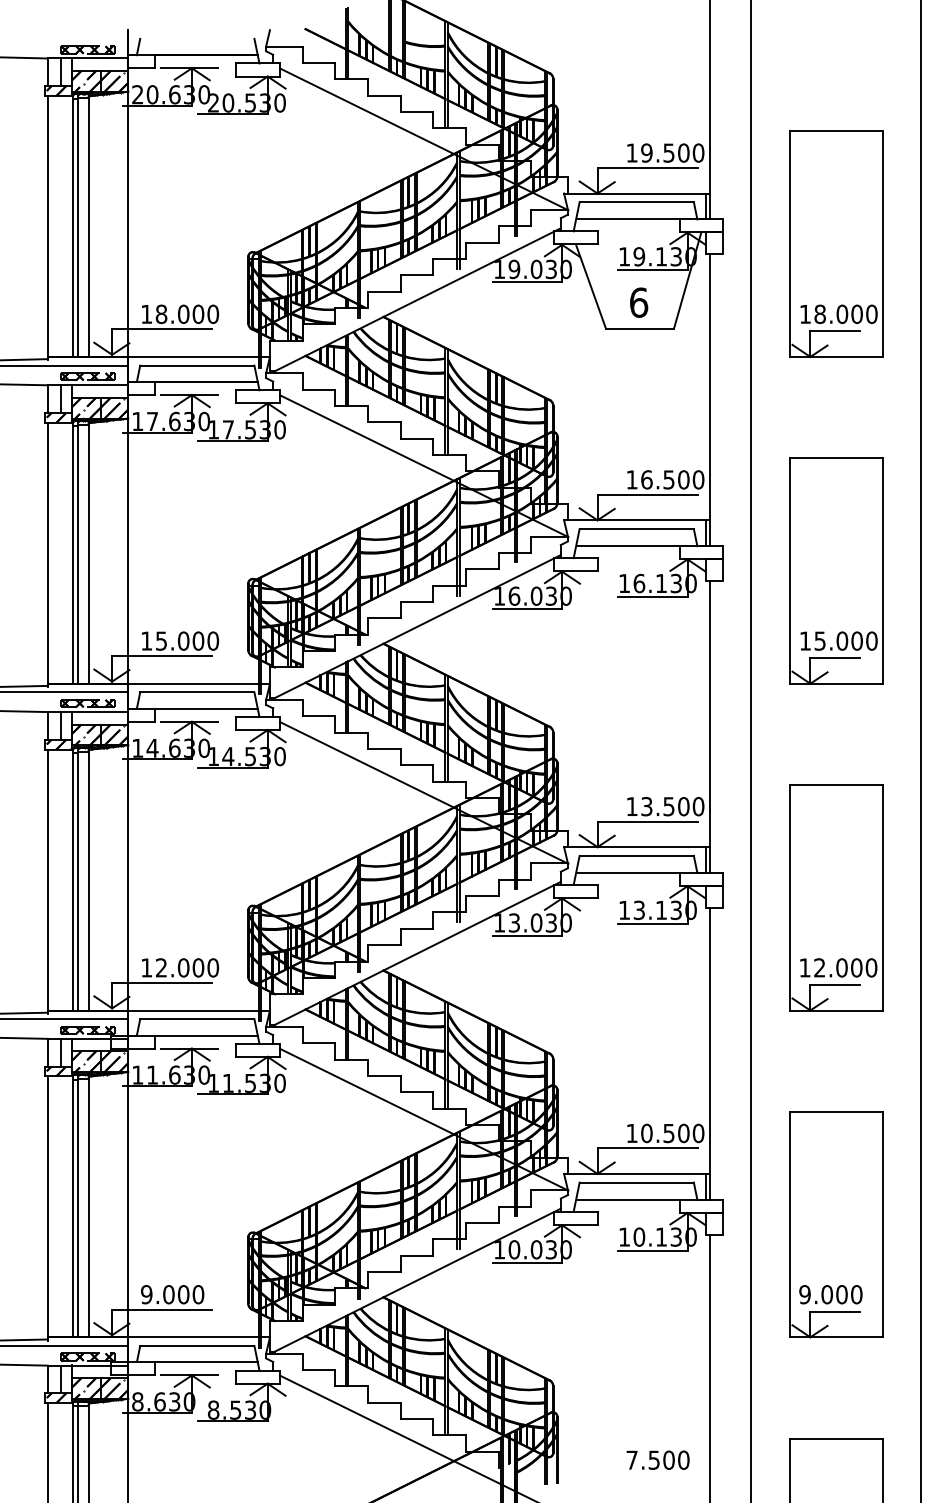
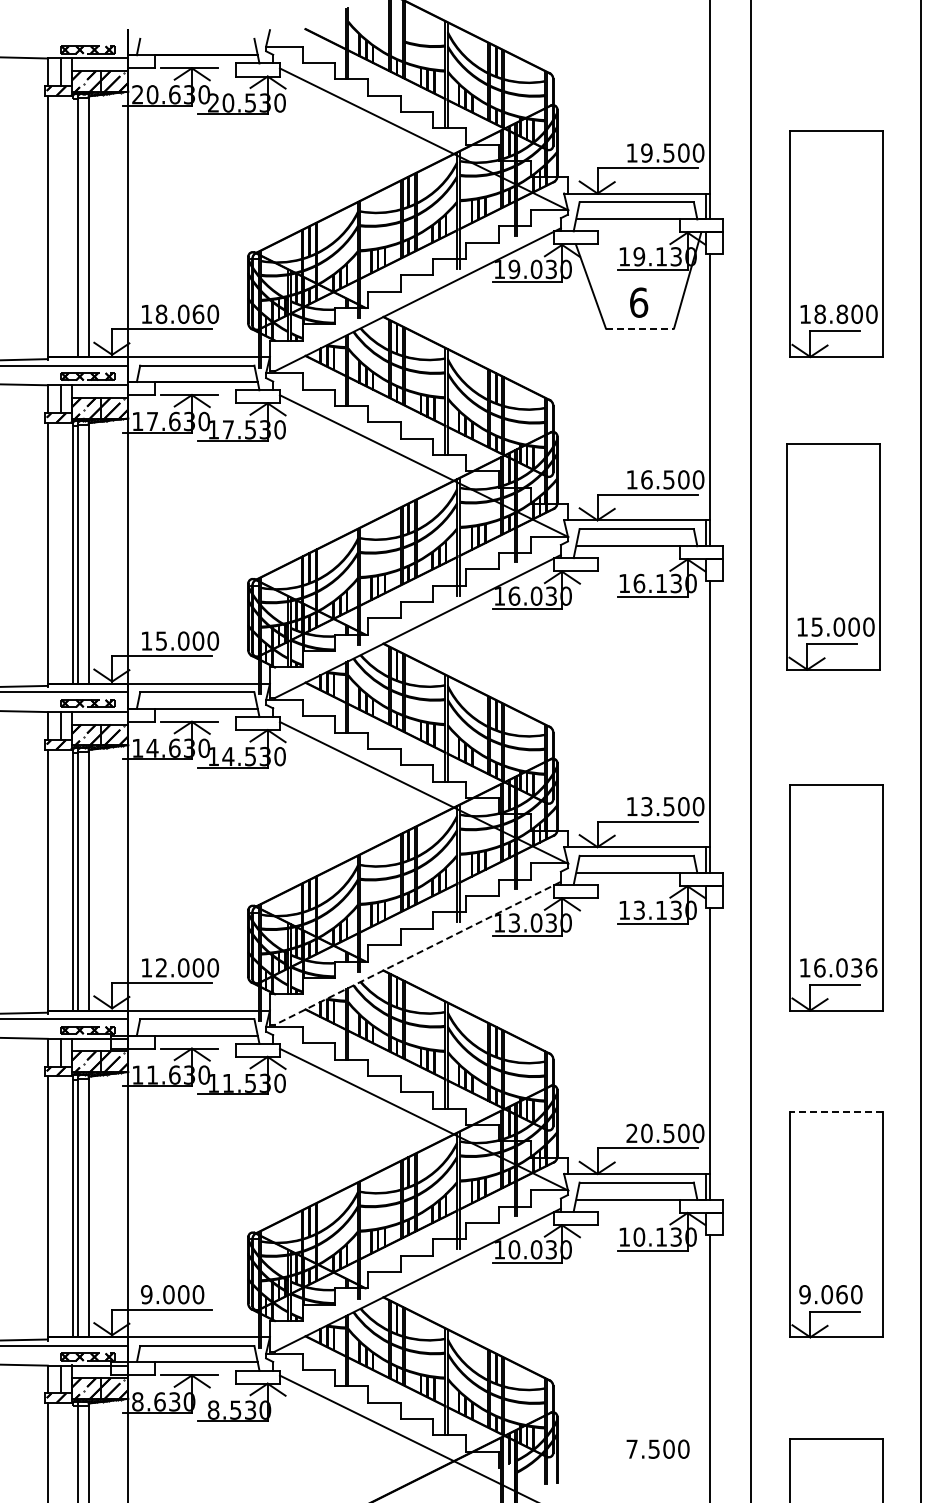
line at (72, 227): present -> none
text at (198, 313): 18.000 -> 18.060
text at (842, 314): 18.000 -> 18.800
line at (640, 328): solid -> dashed
part at (836, 570) position: (836, 570) -> (833, 556)
line at (417, 953): solid -> dashed
text at (845, 967): 12.000 -> 16.036
line at (836, 1111): solid -> dashed
text at (631, 1132): 10.500 -> 20.500
text at (841, 1294): 9.000 -> 9.060
line at (72, 1452): present -> none
text at (657, 1459) position: (657, 1459) -> (657, 1448)
